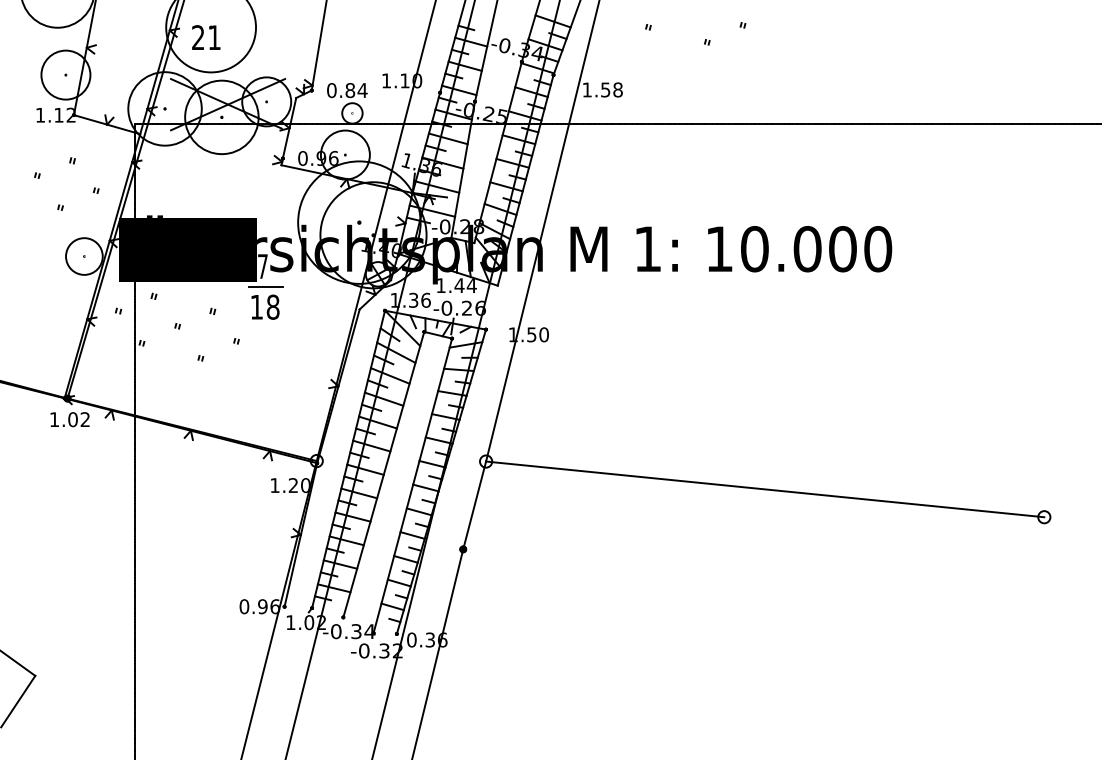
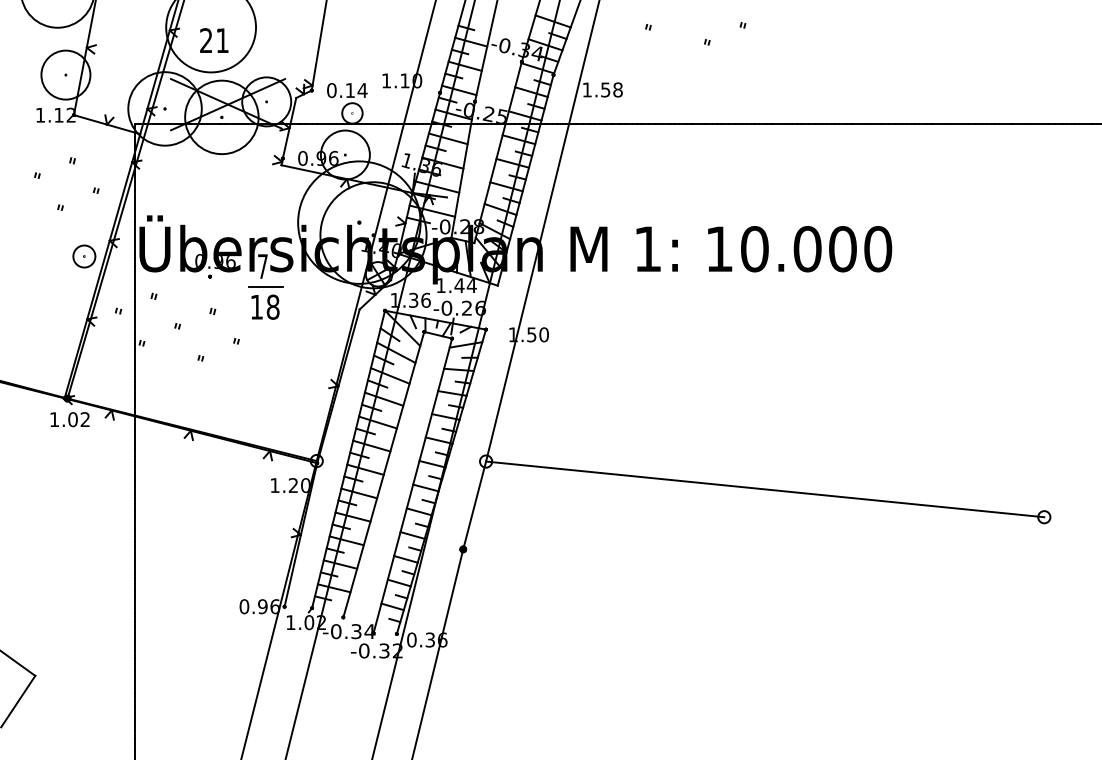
part at (206, 37) position: (206, 37) -> (214, 40)
text at (350, 90): 0.84 -> 0.14
fill at (187, 249): present -> none
circle at (84, 256) diameter: 37 px -> 22 px
